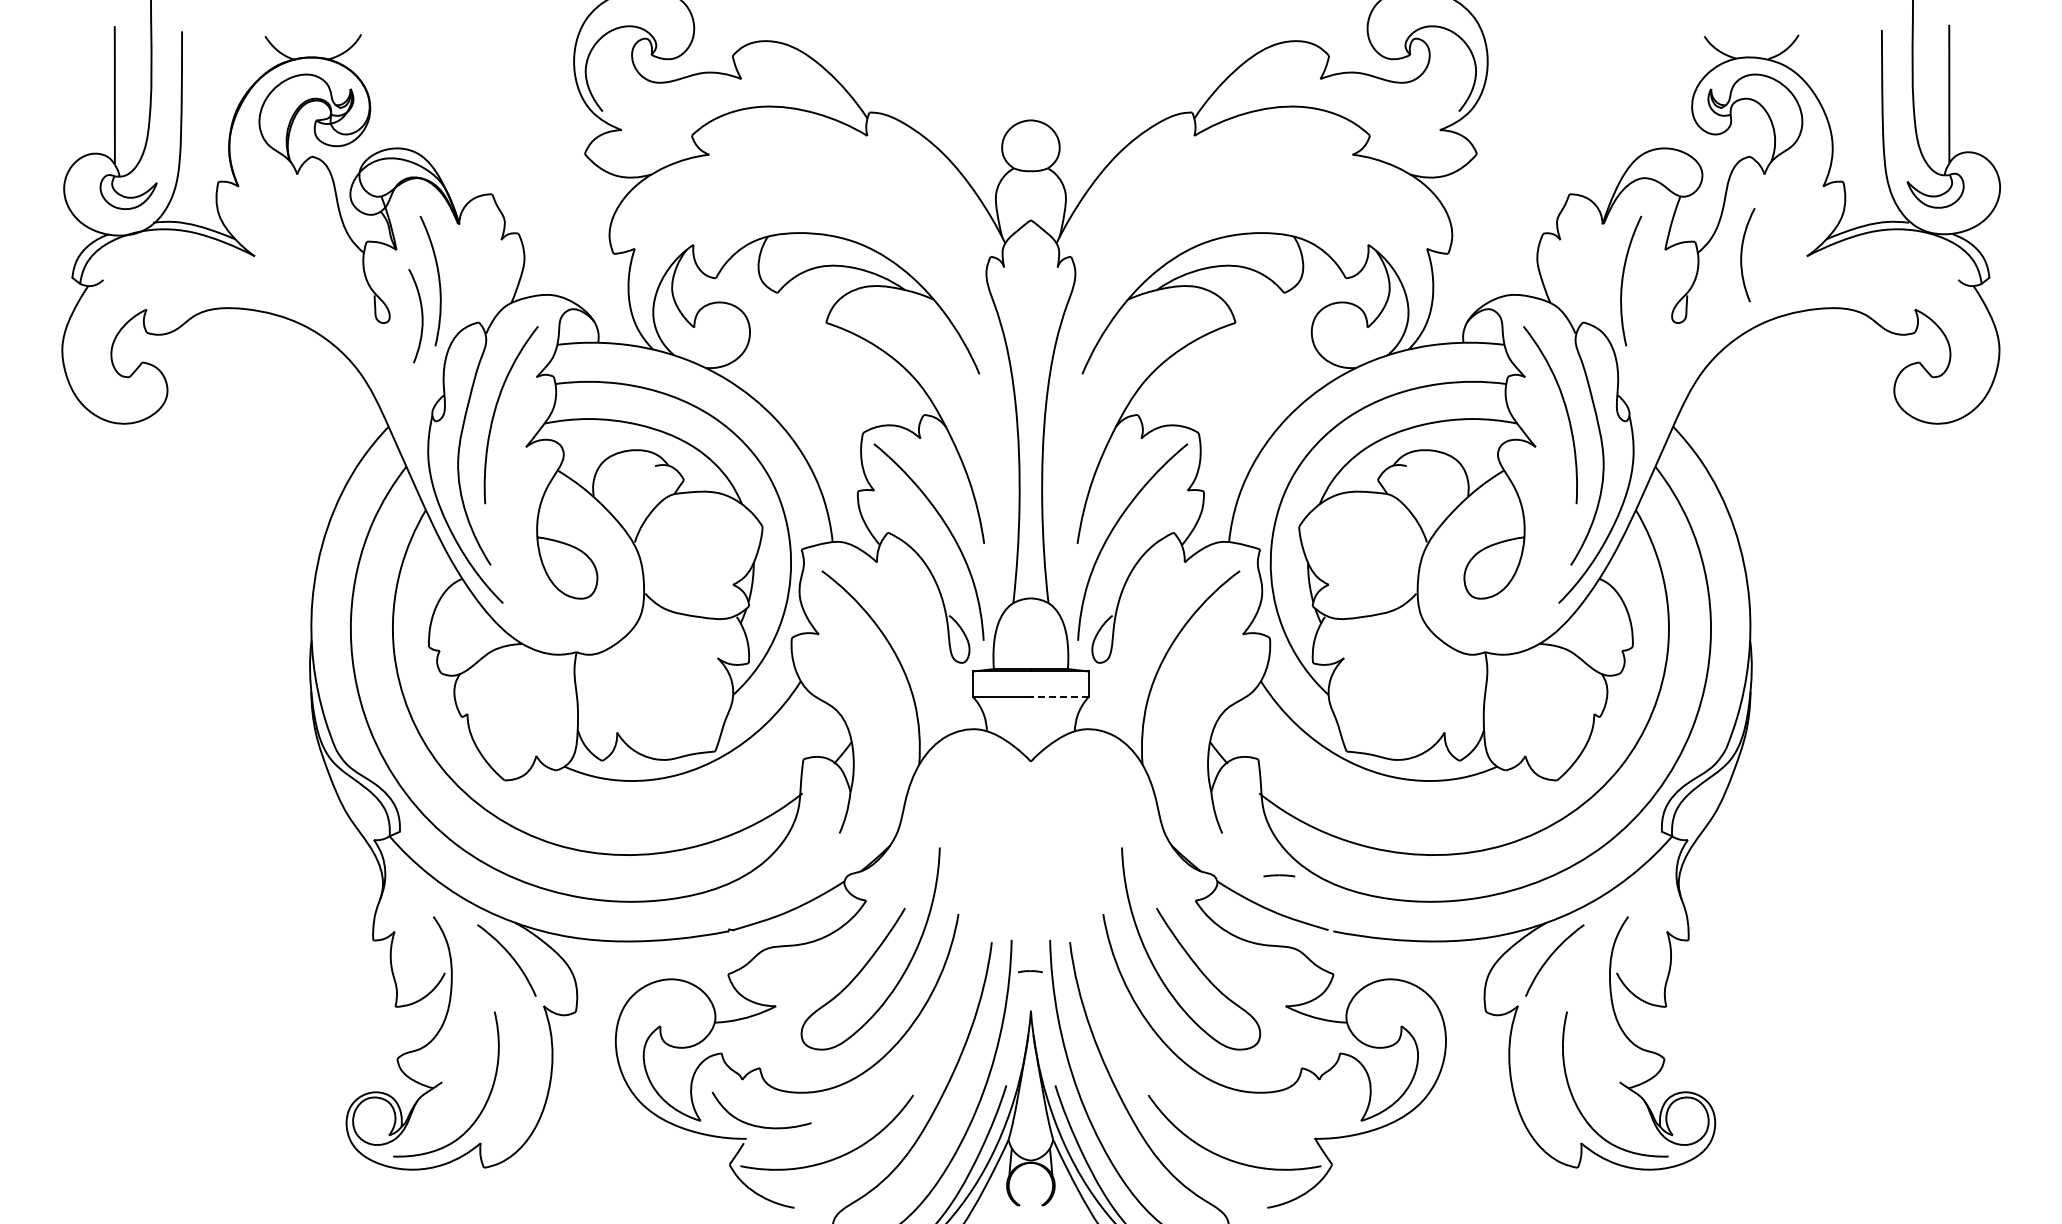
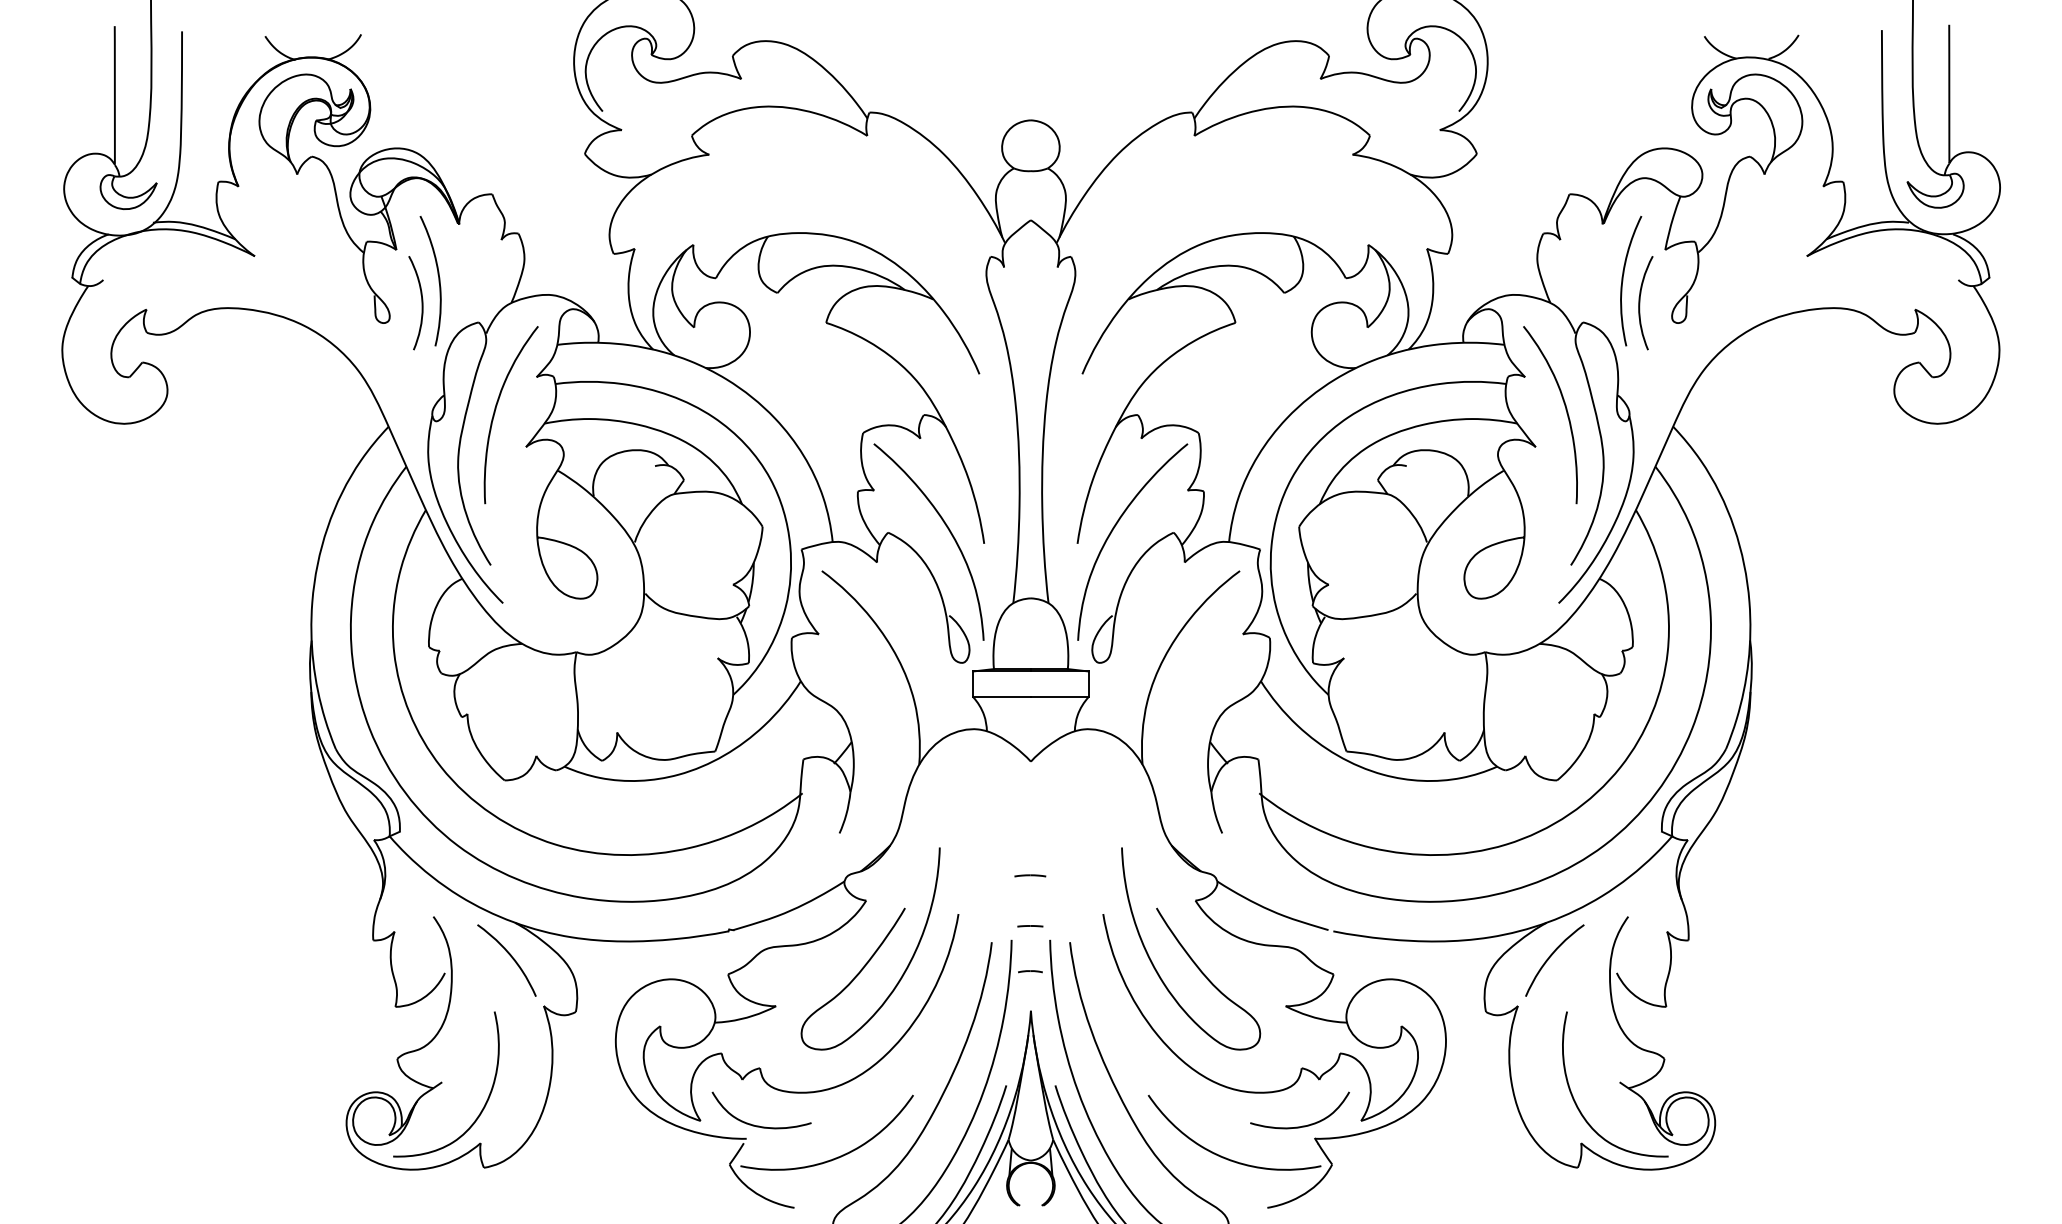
curve at (1742, 255) position: (1742, 255) -> (1640, 303)
curve at (421, 316) position: (421, 316) -> (421, 303)
line at (1059, 696): dashed -> solid
line at (1279, 875) position: (1279, 875) -> (1030, 875)
line at (1030, 926): none -> present
curve at (1302, 1125): none -> present
